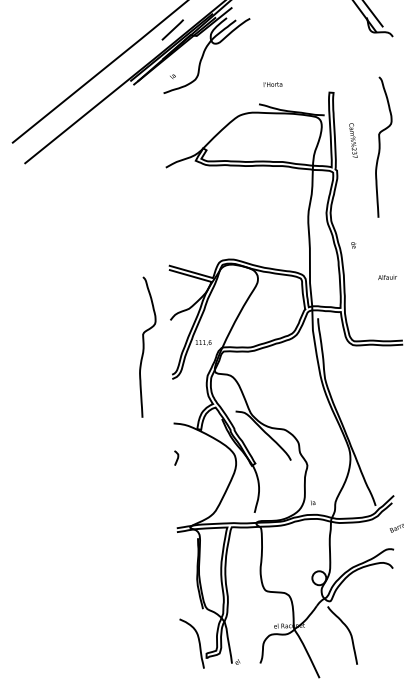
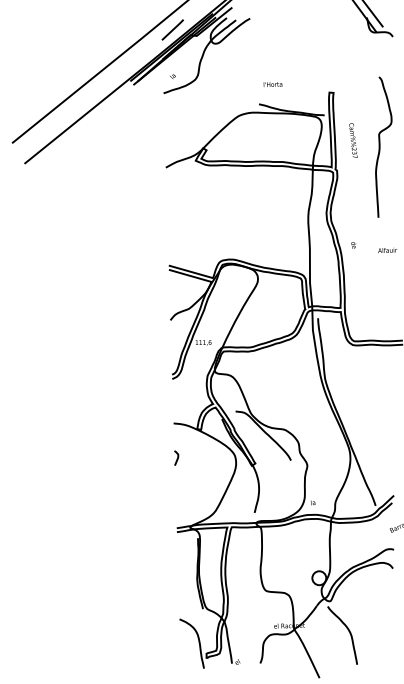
text at (387, 277) position: (387, 277) -> (387, 250)
curve at (144, 346): present -> none
